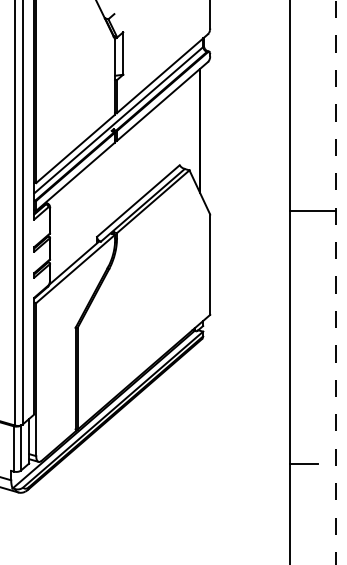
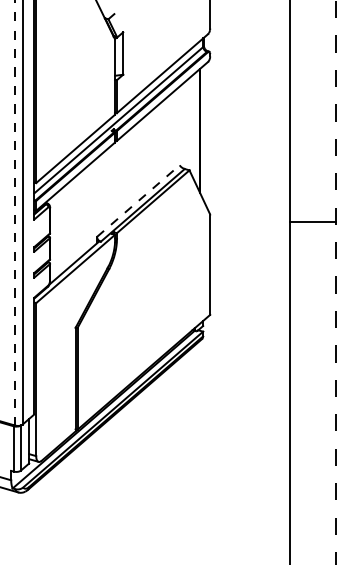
line at (138, 201): solid -> dashed
line at (313, 210) position: (313, 210) -> (313, 221)
line at (15, 212): solid -> dashed
line at (303, 463): present -> none
